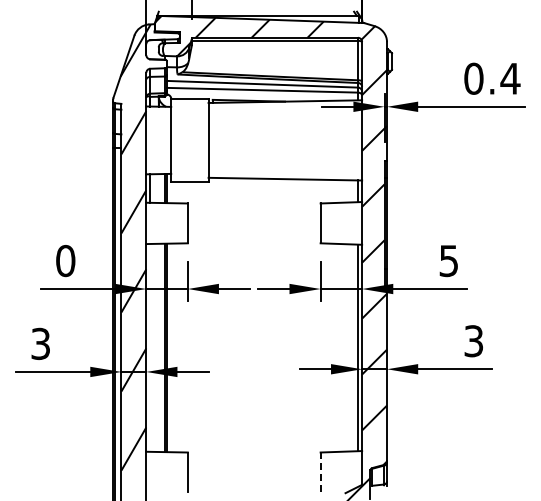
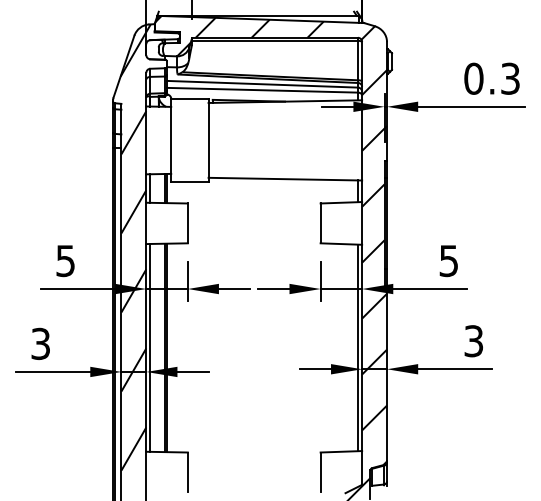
text at (510, 78): 0.4 -> 0.3
text at (65, 260): 0 -> 5
line at (150, 347): none -> present
line at (320, 472): dashed -> solid
